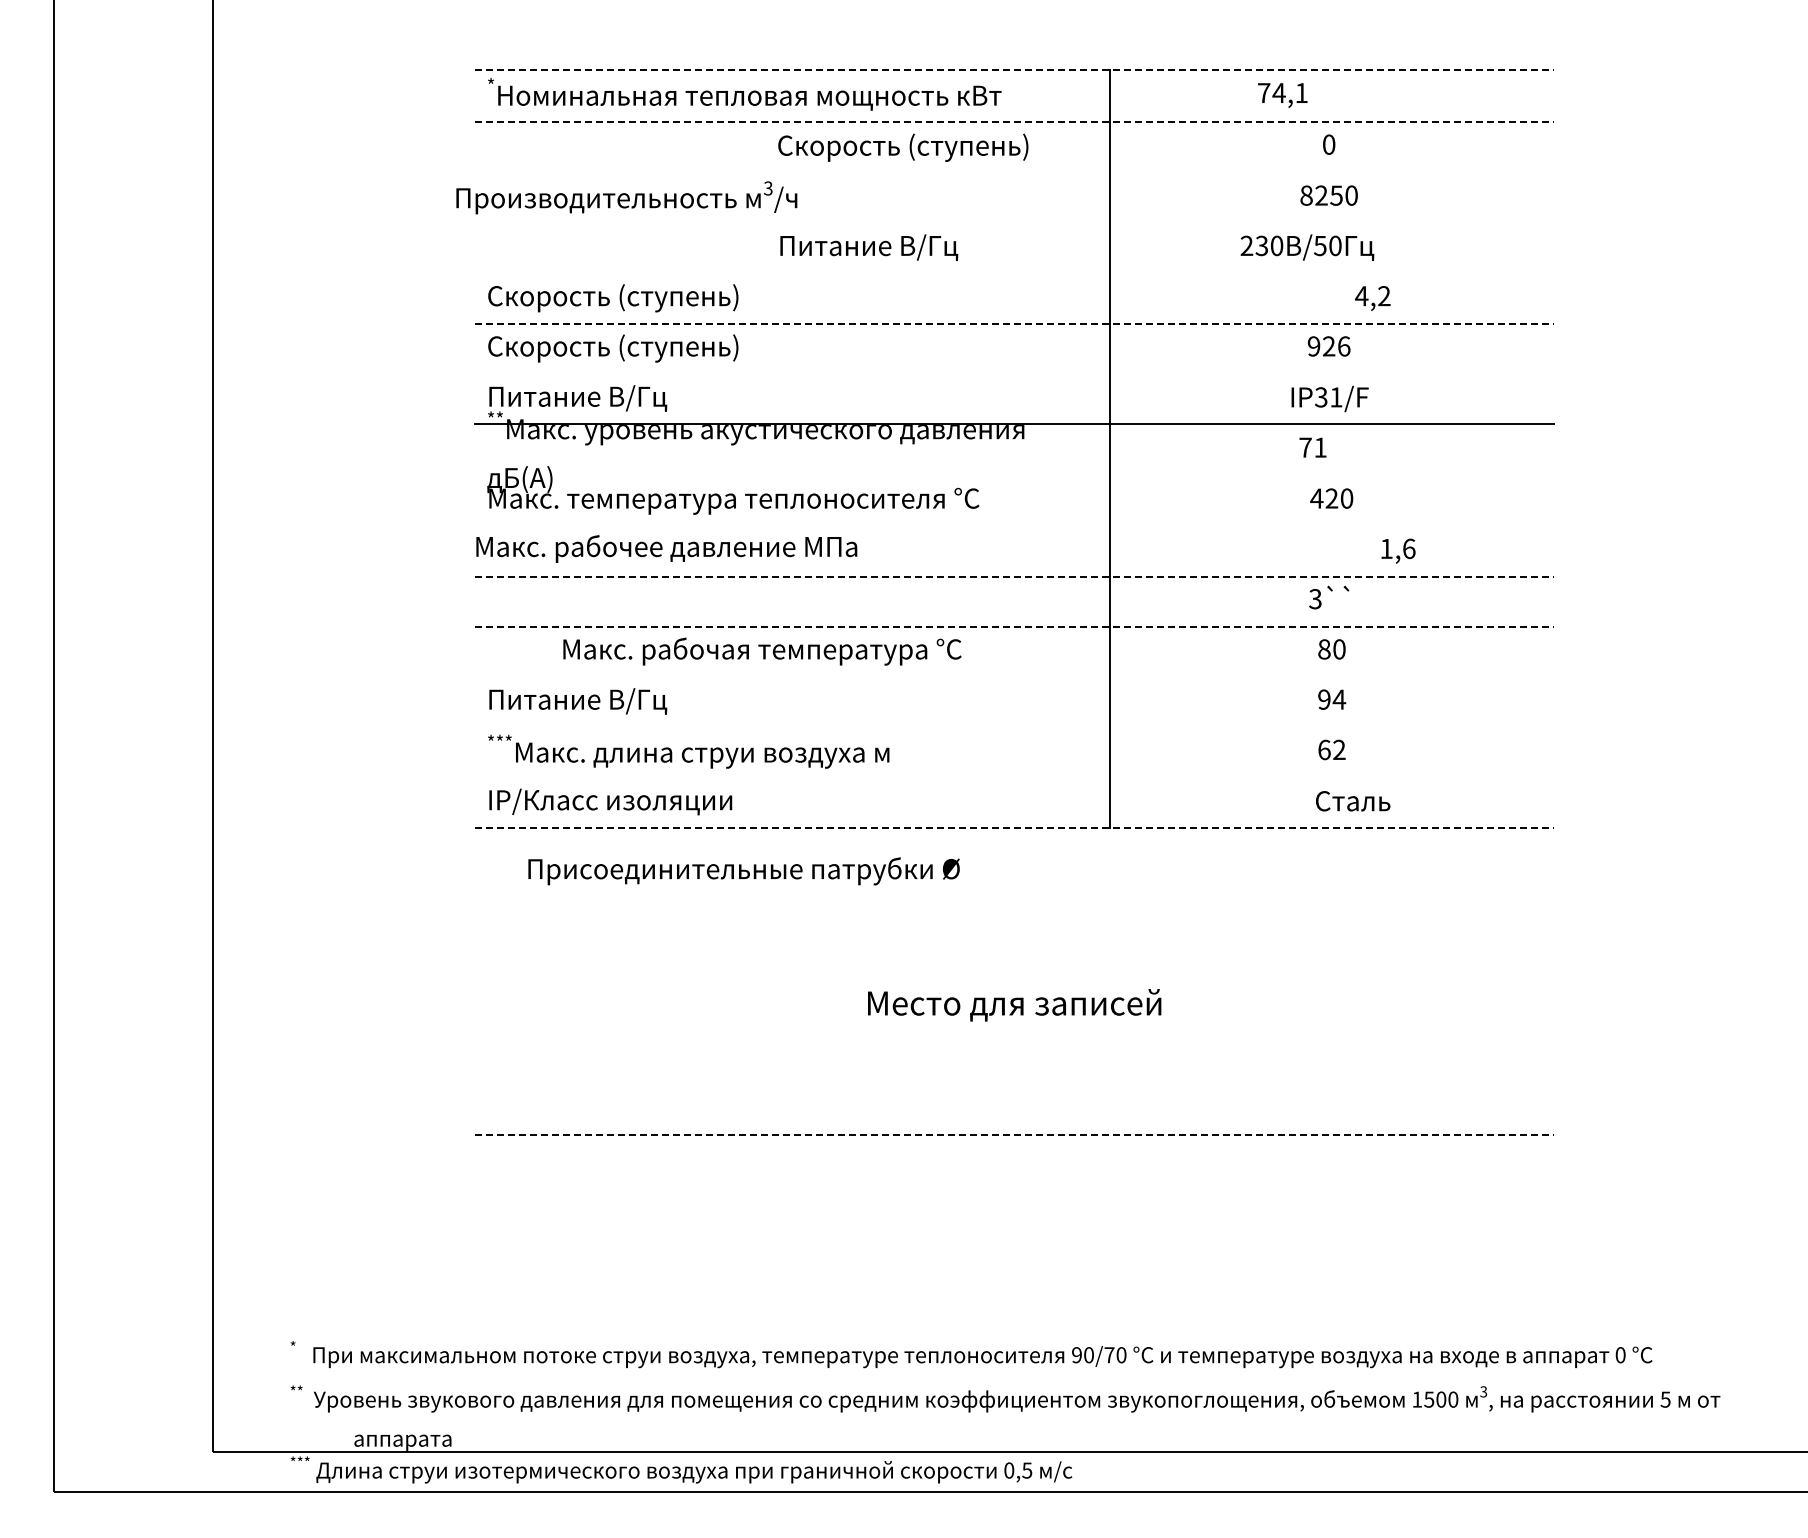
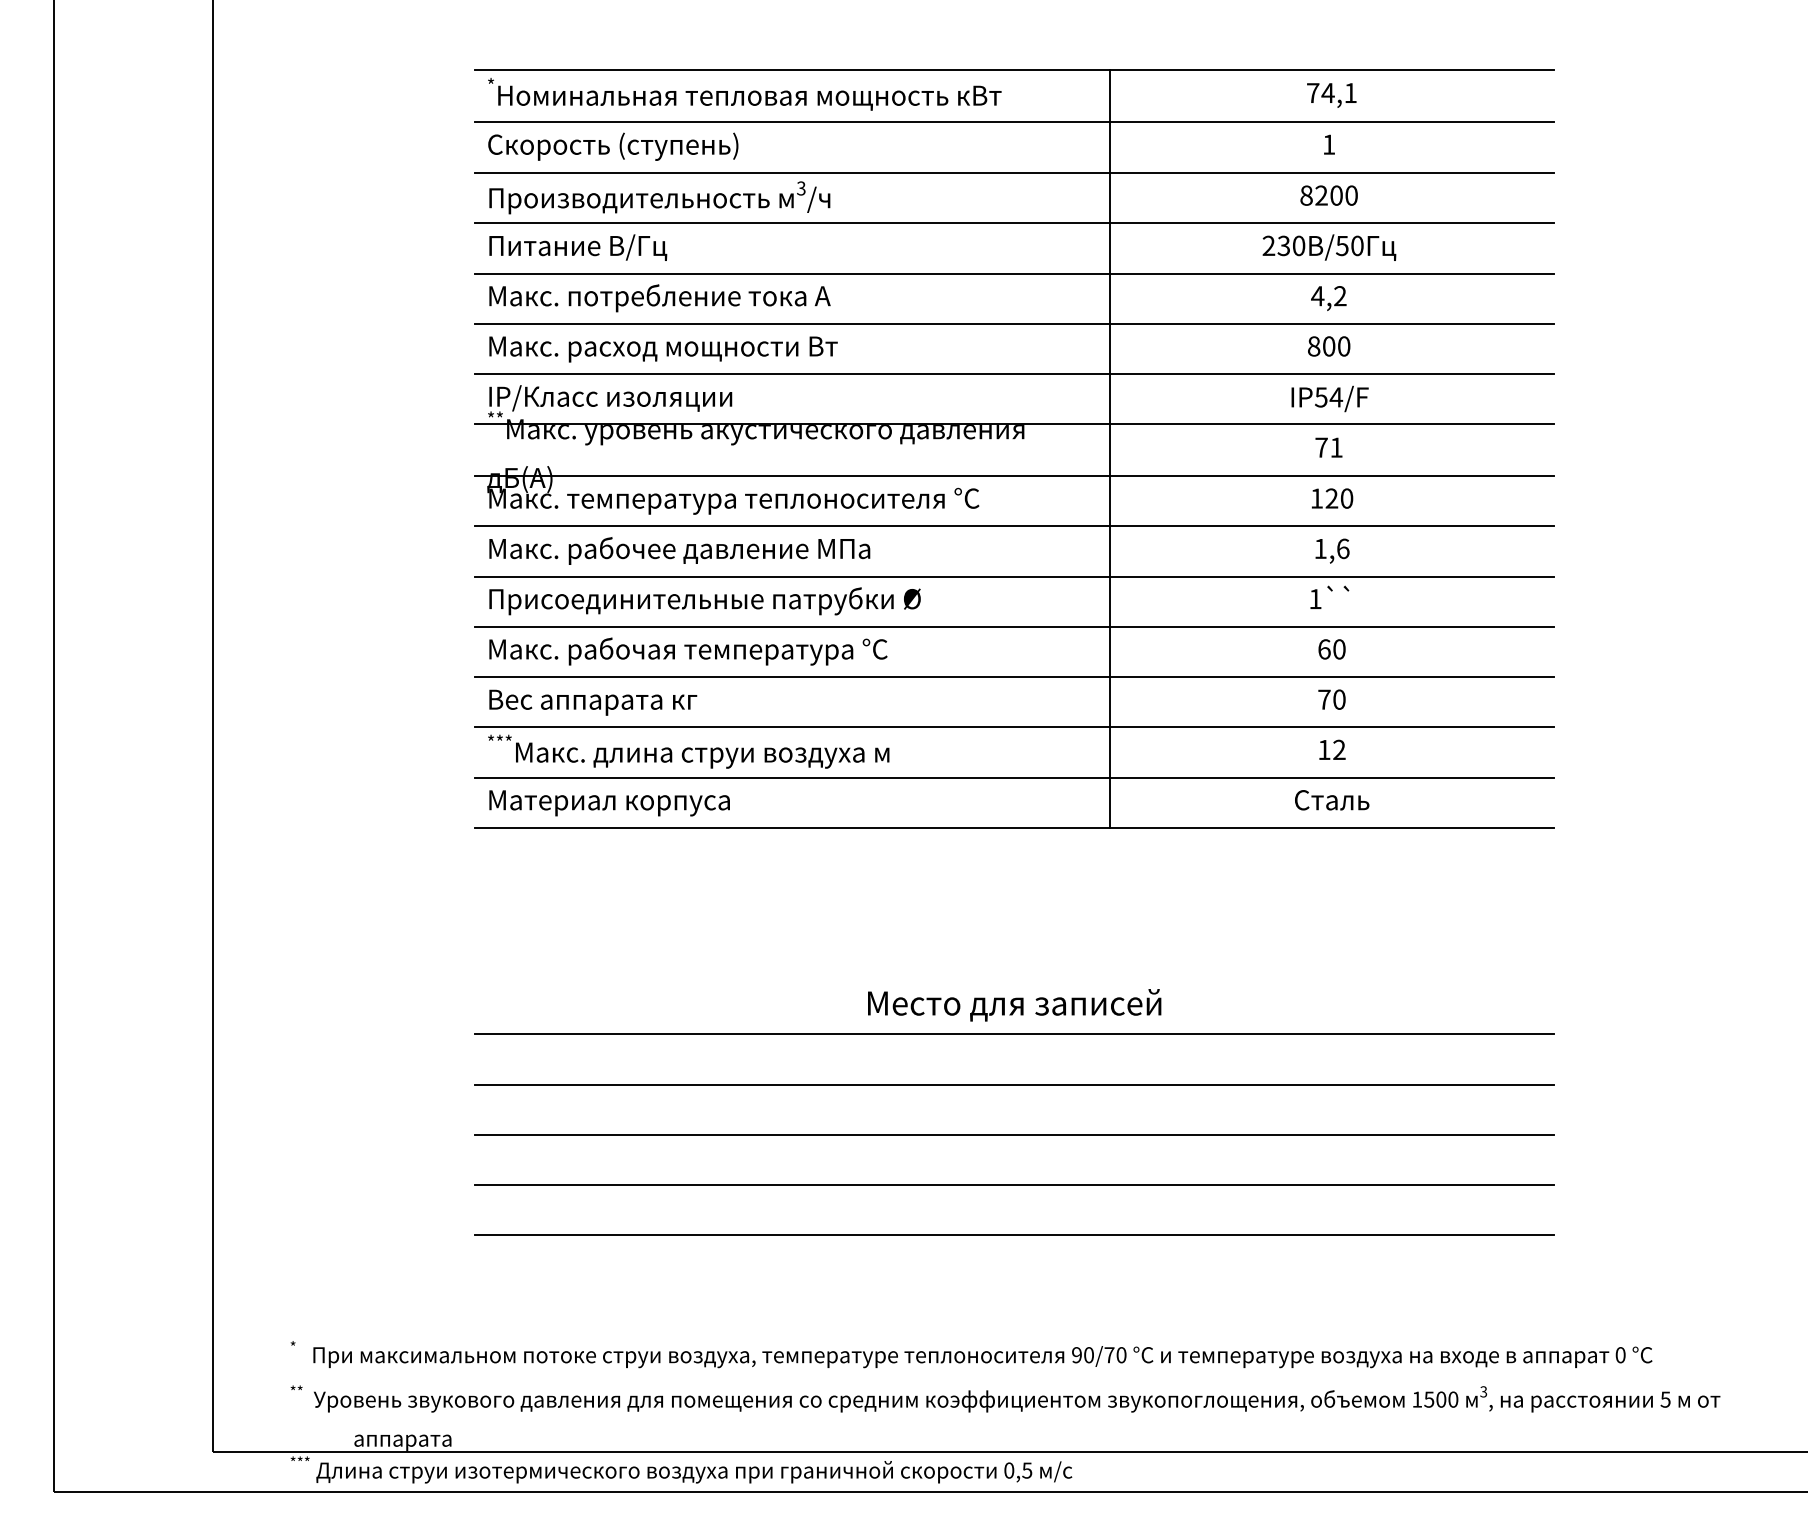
line at (1014, 69): dashed -> solid
text at (1282, 95) position: (1282, 95) -> (1331, 95)
line at (1014, 121): dashed -> solid
text at (1329, 144): 0 -> 1
text at (903, 147) position: (903, 147) -> (613, 146)
line at (1014, 173): none -> present
text at (1336, 195): 8250 -> 8200
text at (626, 197) position: (626, 197) -> (659, 197)
line at (1014, 223): none -> present
text at (869, 247) position: (869, 247) -> (578, 247)
text at (1307, 247) position: (1307, 247) -> (1329, 247)
line at (1014, 273): none -> present
text at (659, 298): Скорость (ступень) -> Макс. потребление тока А
text at (1372, 298) position: (1372, 298) -> (1328, 298)
line at (1014, 323): dashed -> solid
text at (1328, 346): 926 -> 800
text at (662, 348): Скорость (ступень) -> Макс. расход мощности Вт
line at (1014, 374): none -> present
text at (1329, 397): IP31/F -> IP54/F
text at (611, 398): Питание В/Гц -> IP/Класс изоляции
text at (1312, 447) position: (1312, 447) -> (1328, 447)
line at (1014, 476): none -> present
text at (1316, 498): 420 -> 120
line at (1014, 526): none -> present
text at (666, 548) position: (666, 548) -> (679, 550)
text at (1398, 550) position: (1398, 550) -> (1332, 550)
line at (1014, 576): dashed -> solid
text at (1315, 599): 3`` -> 1``
line at (1014, 626): dashed -> solid
text at (1324, 649): 80 -> 60
text at (762, 651) position: (762, 651) -> (688, 651)
line at (1014, 677): none -> present
text at (1332, 699): 94 -> 70
text at (594, 701): Питание В/Гц -> Вес аппарата кг
line at (1014, 727): none -> present
text at (1324, 749): 62 -> 12
line at (1014, 777): none -> present
text at (1353, 801) position: (1353, 801) -> (1332, 800)
text at (611, 802): IP/Класс изоляции -> Материал корпуса
line at (1014, 827): dashed -> solid
text at (743, 871) position: (743, 871) -> (704, 601)
line at (1014, 1034): none -> present
line at (1014, 1084): none -> present
line at (1014, 1134): dashed -> solid
line at (1014, 1185): none -> present
line at (1014, 1235): none -> present
